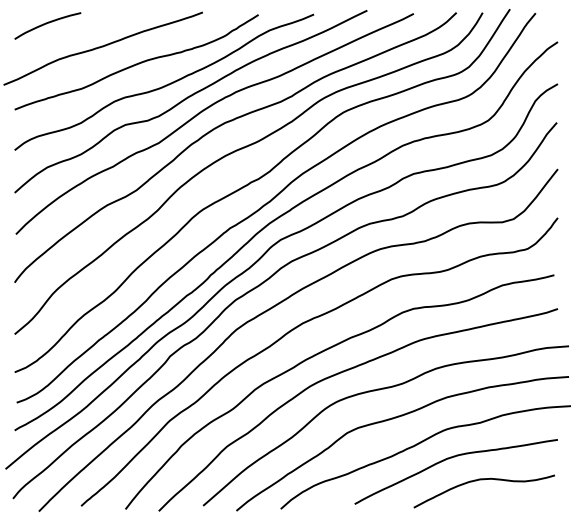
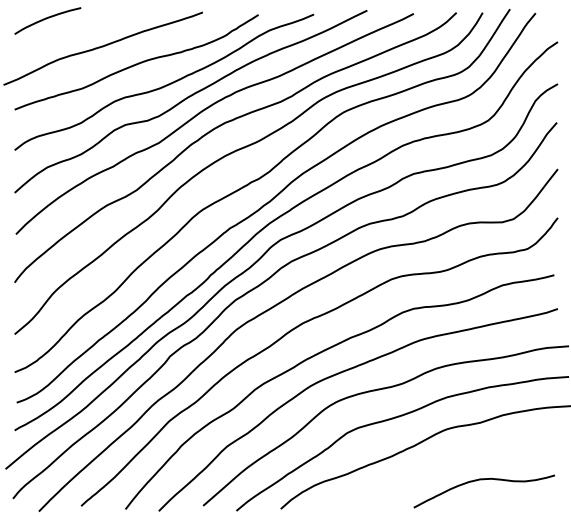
curve at (46, 24) position: (46, 24) -> (46, 19)
curve at (452, 458): present -> none
